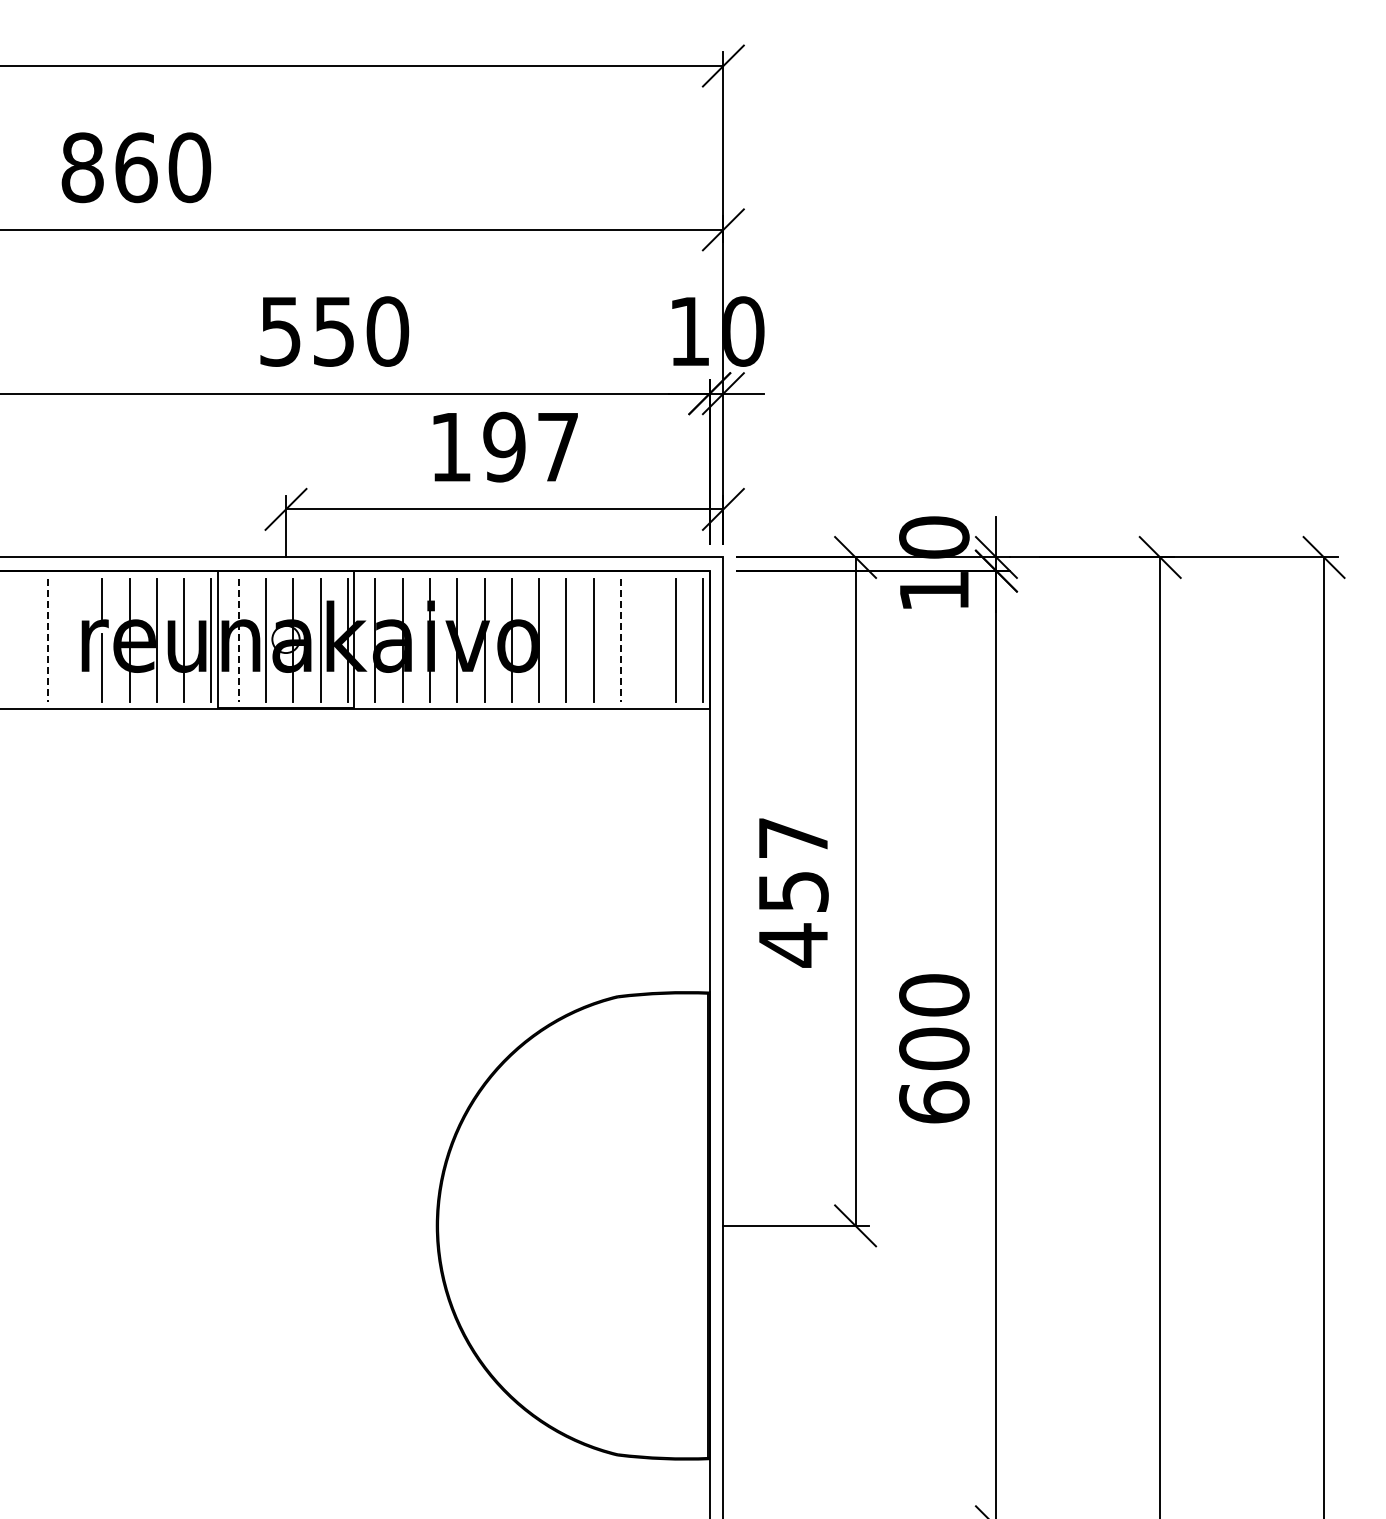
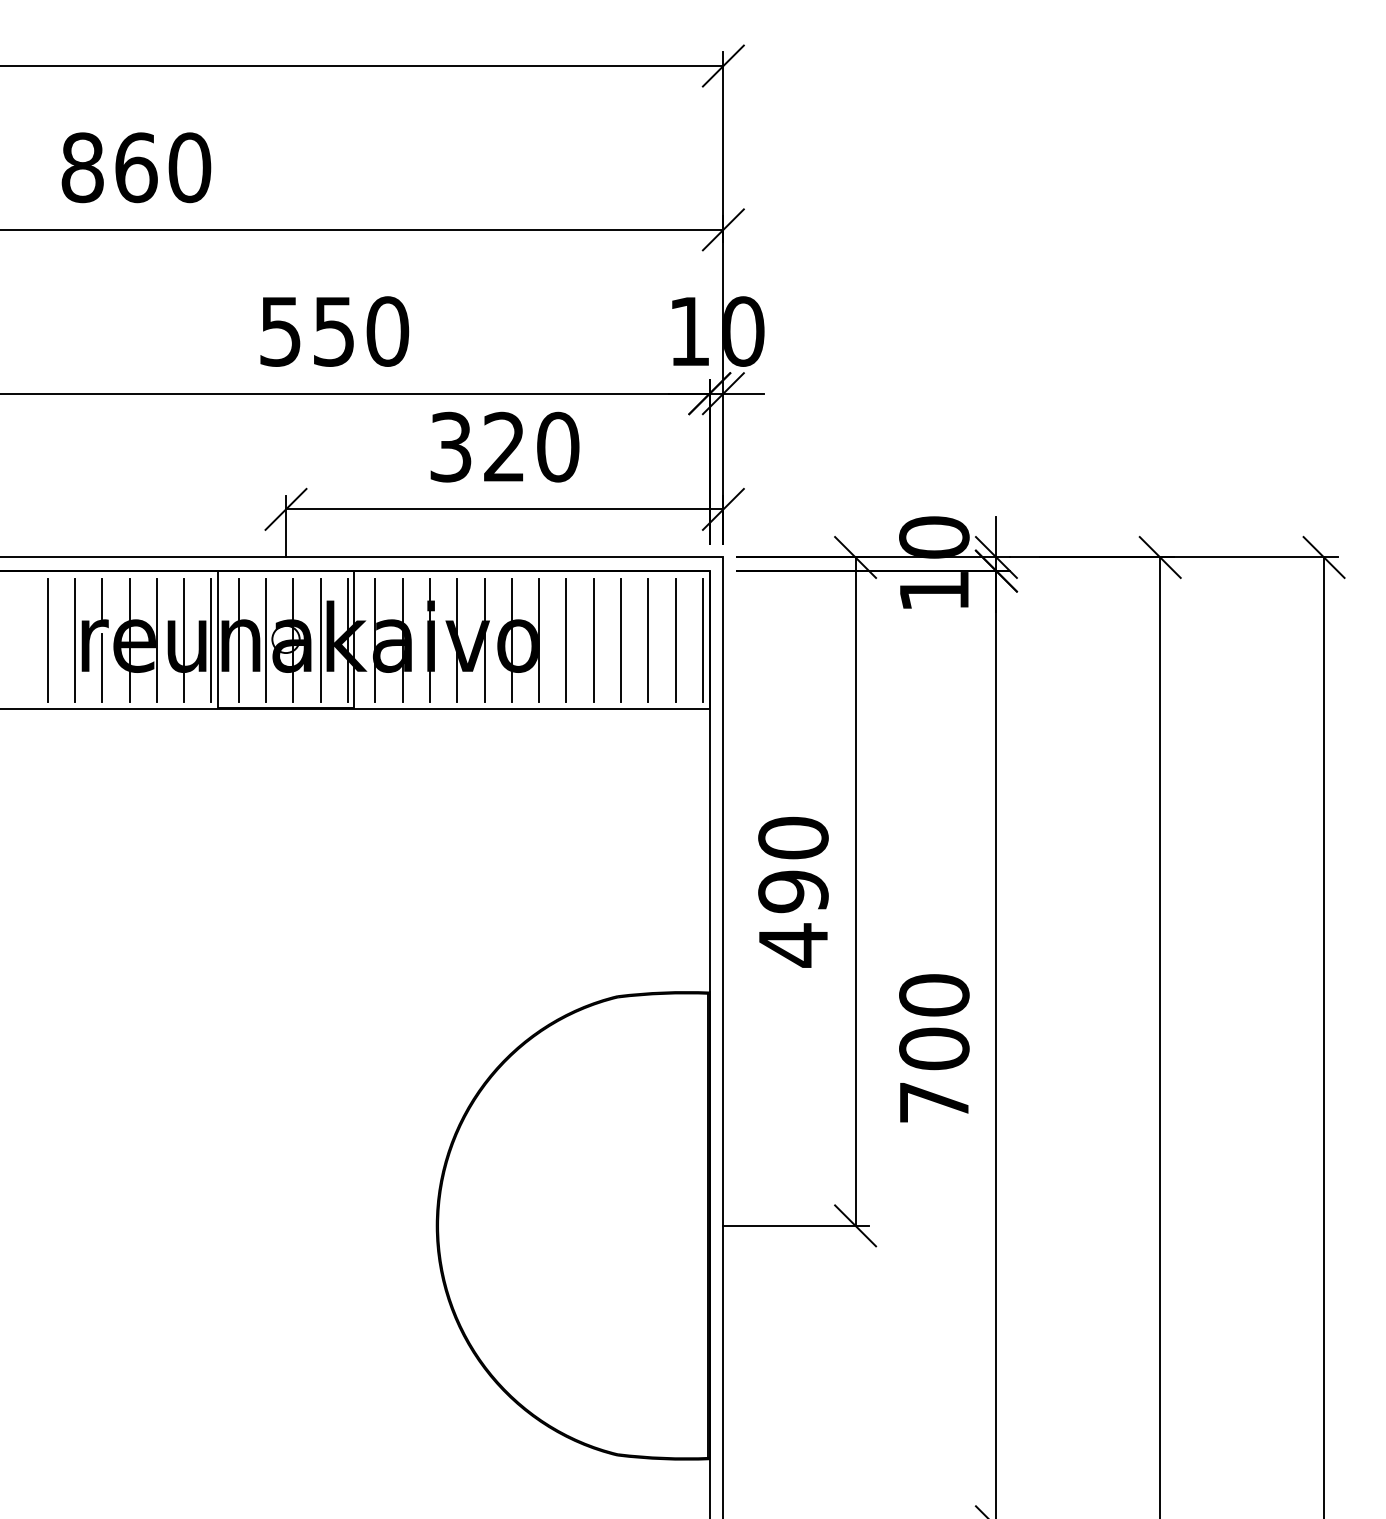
text at (504, 446): 197 -> 320
line at (74, 640): none -> present
line at (648, 640): none -> present
line at (47, 641): dashed -> solid
line at (238, 641): dashed -> solid
line at (621, 641): dashed -> solid
text at (793, 864): 457 -> 490
text at (934, 1102): 600 -> 700
